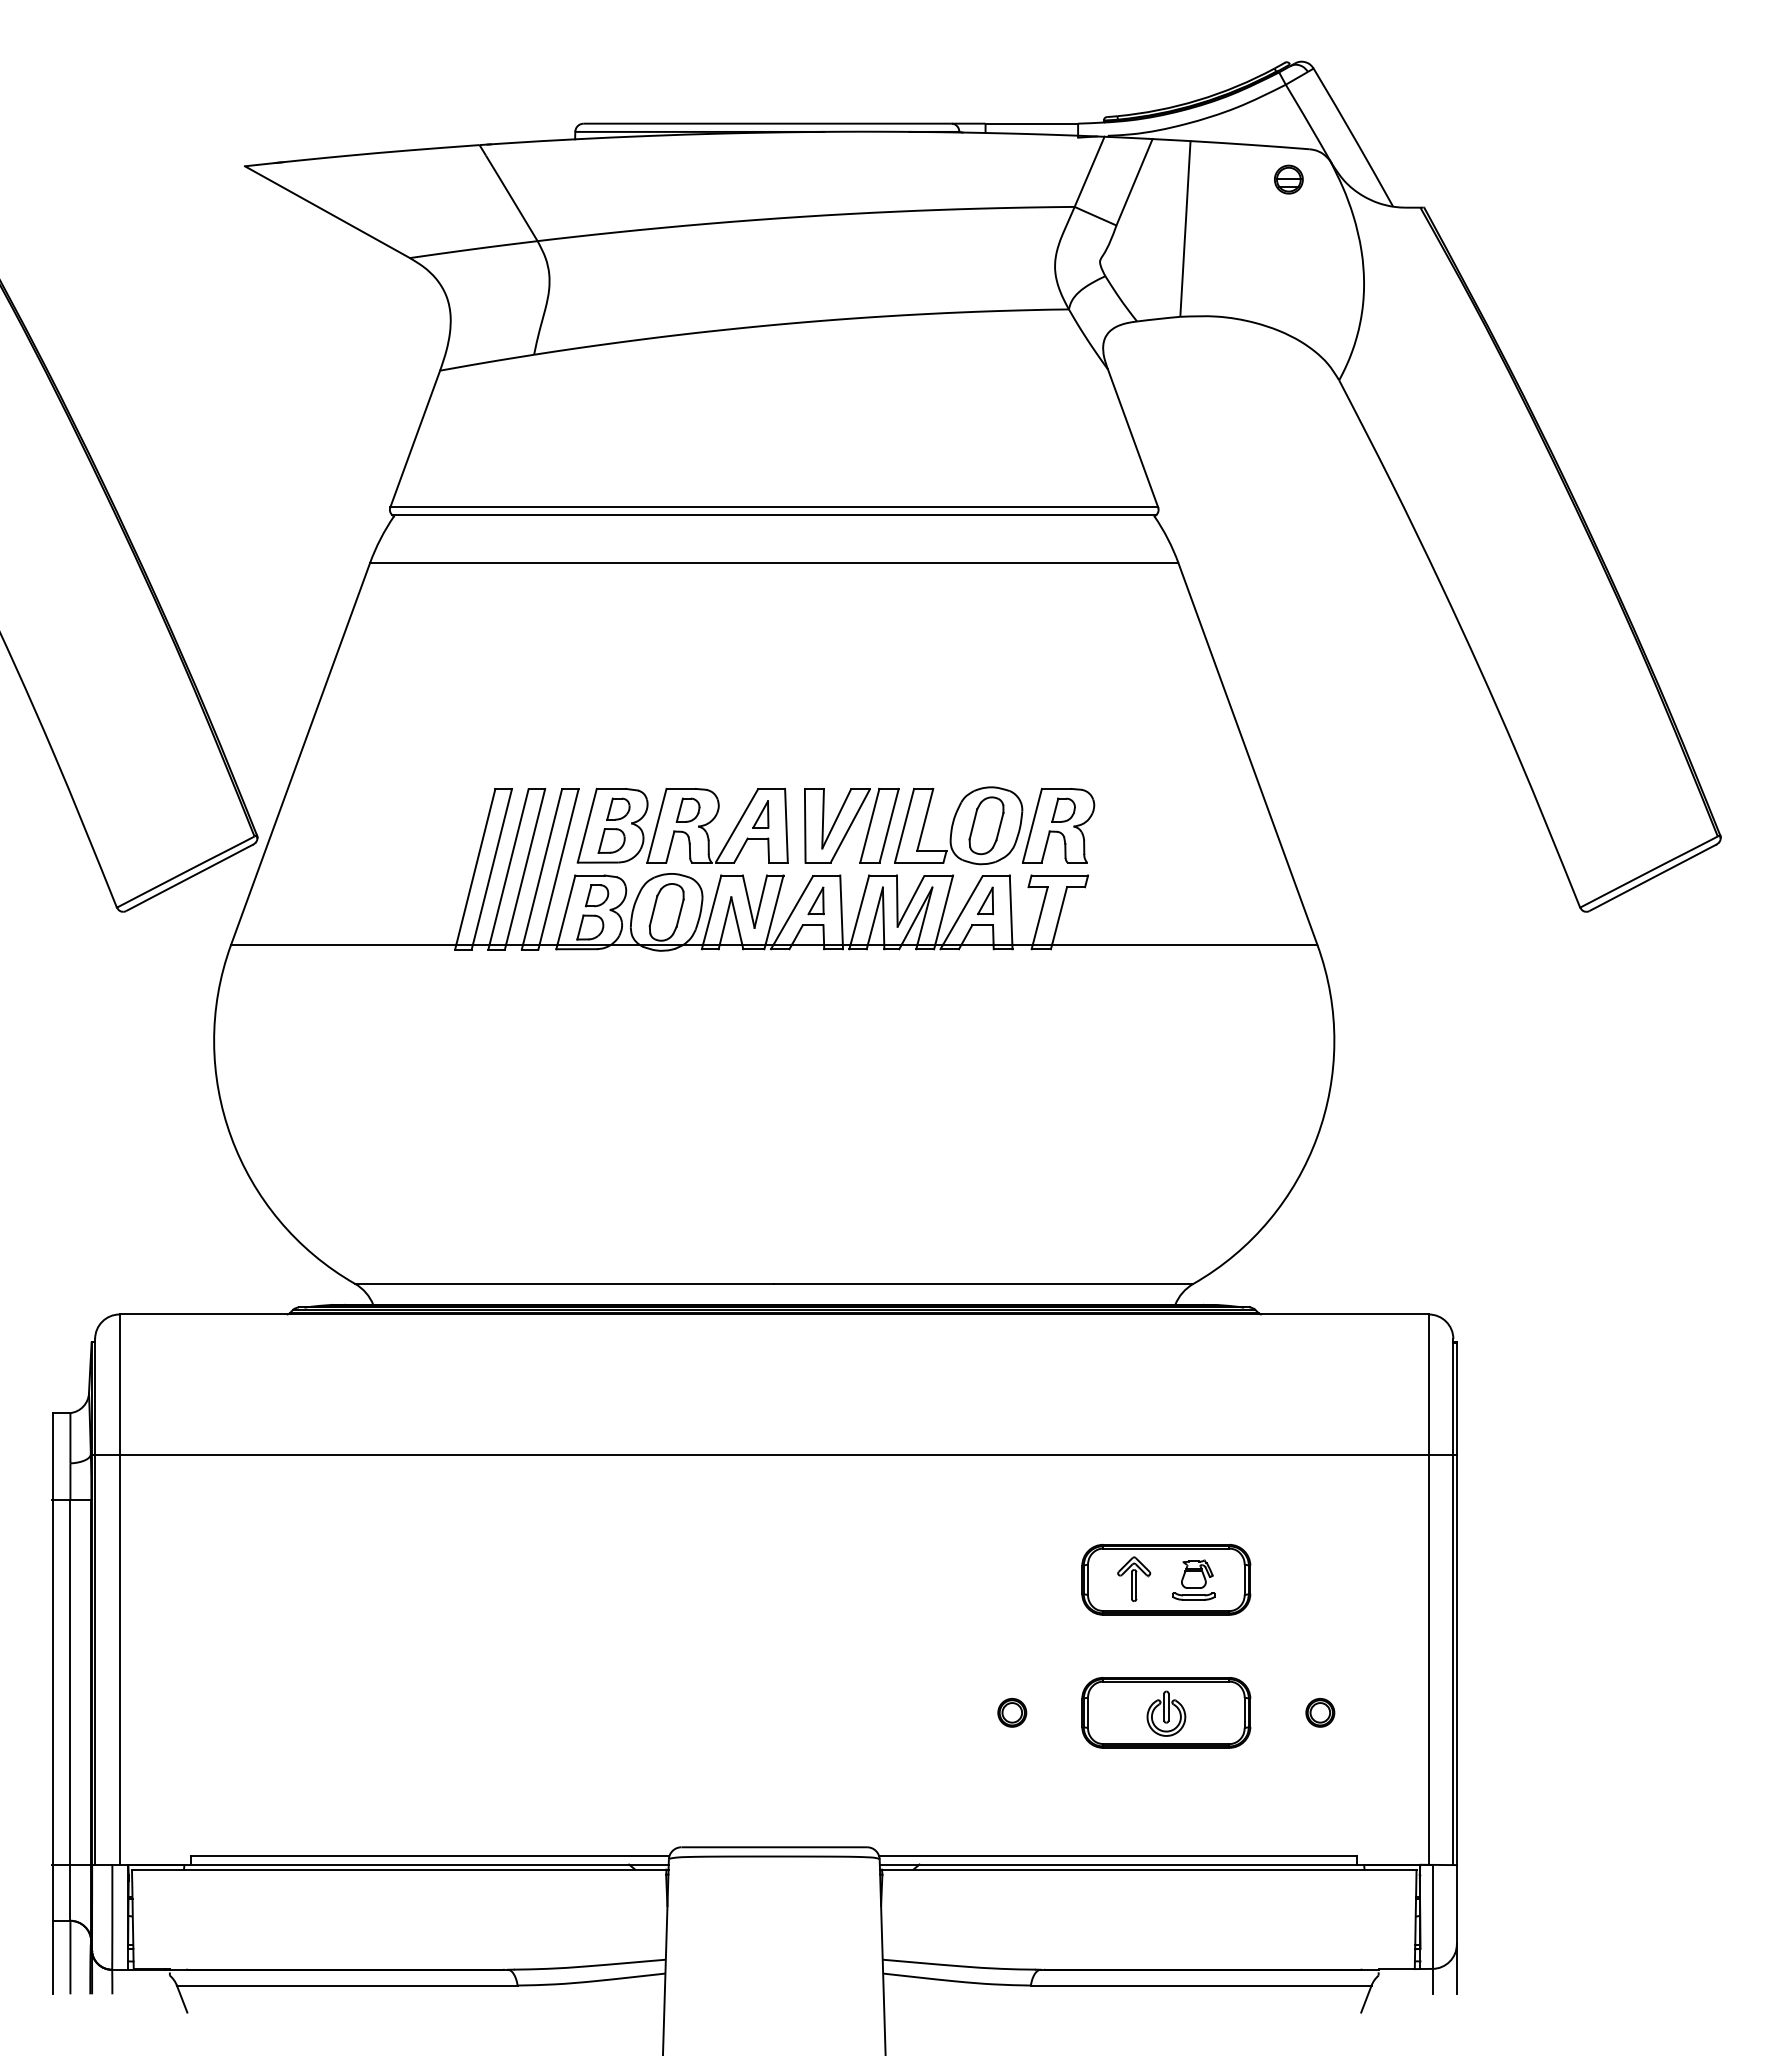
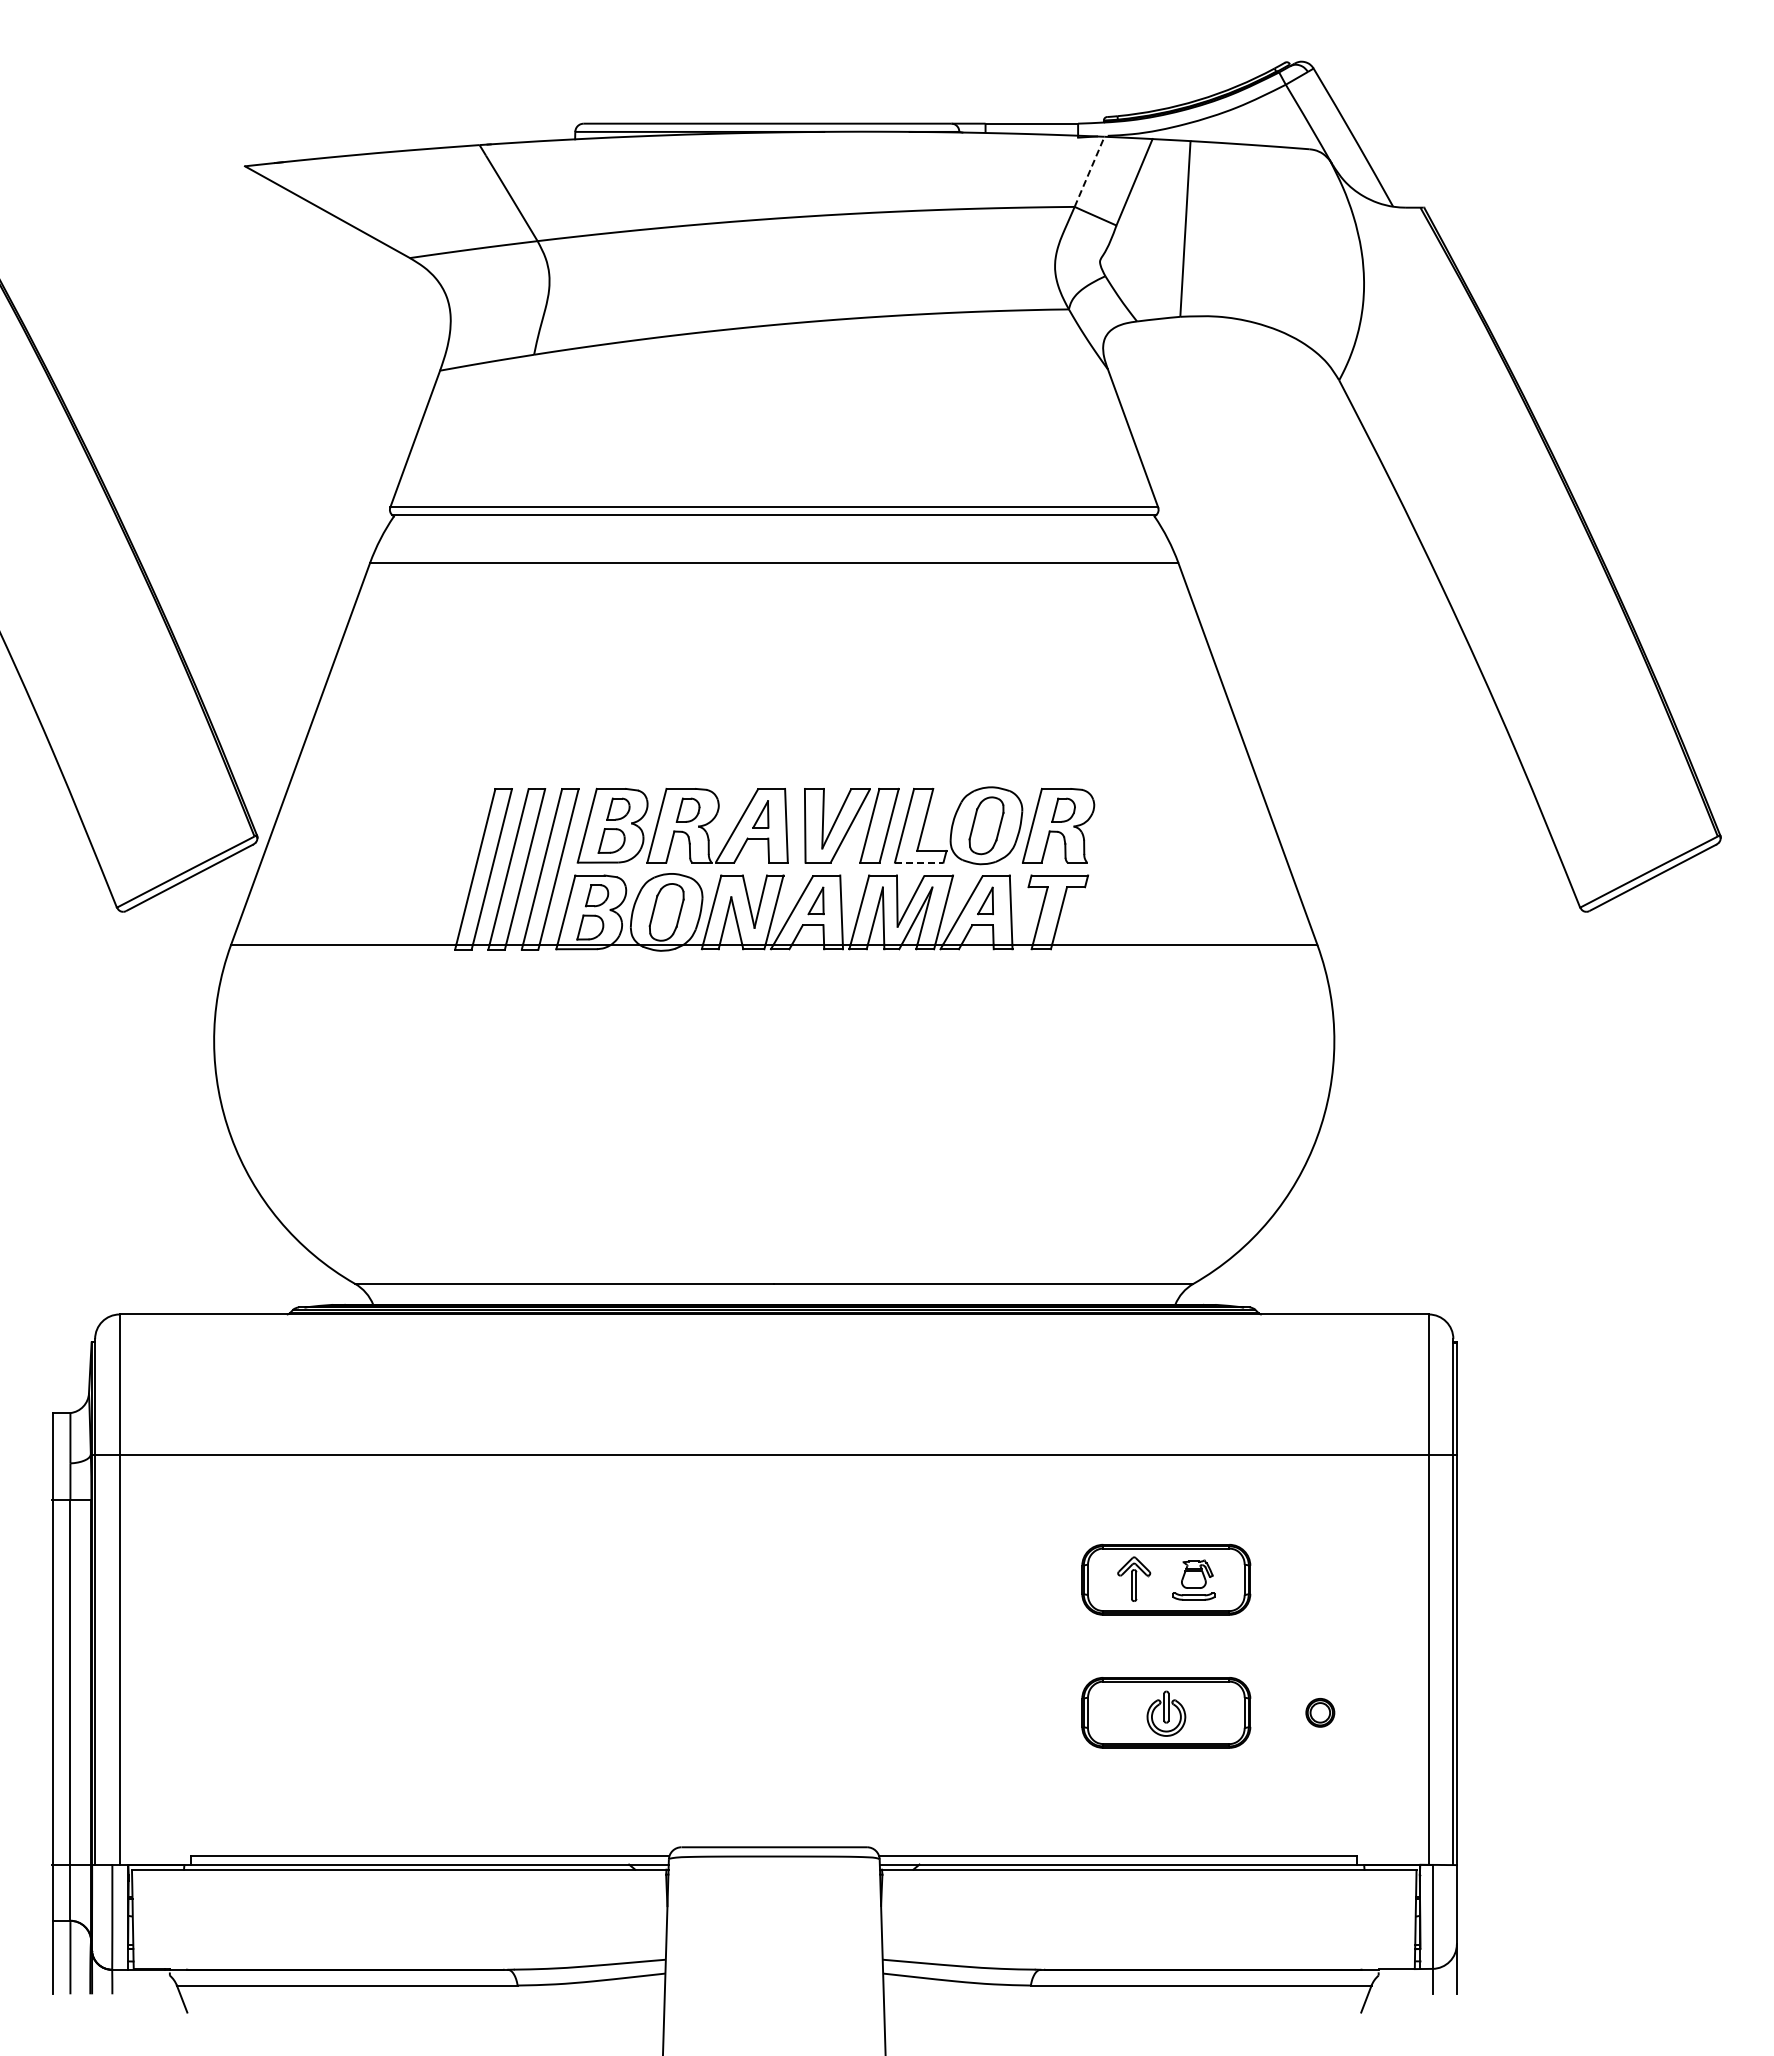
line at (1089, 171): solid -> dashed
part at (1288, 179): present -> none
line at (919, 862): solid -> dashed
part at (1012, 1712): present -> none
